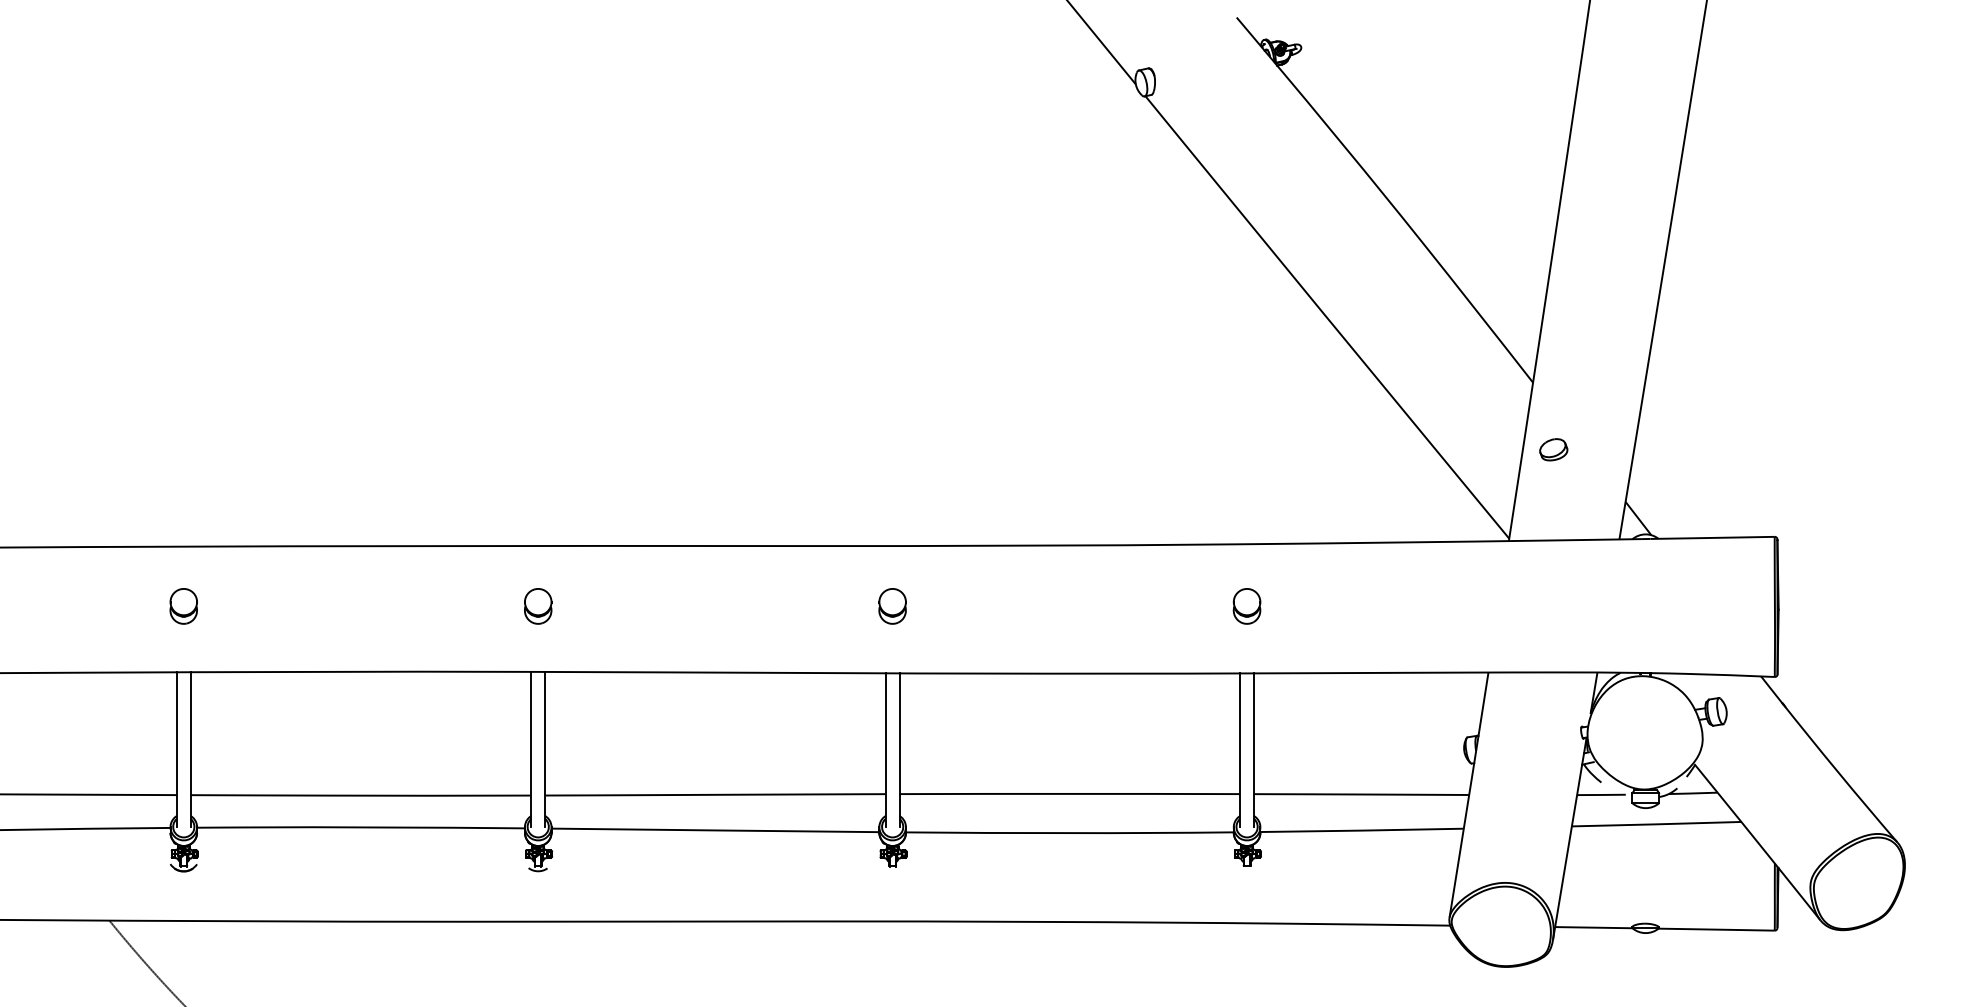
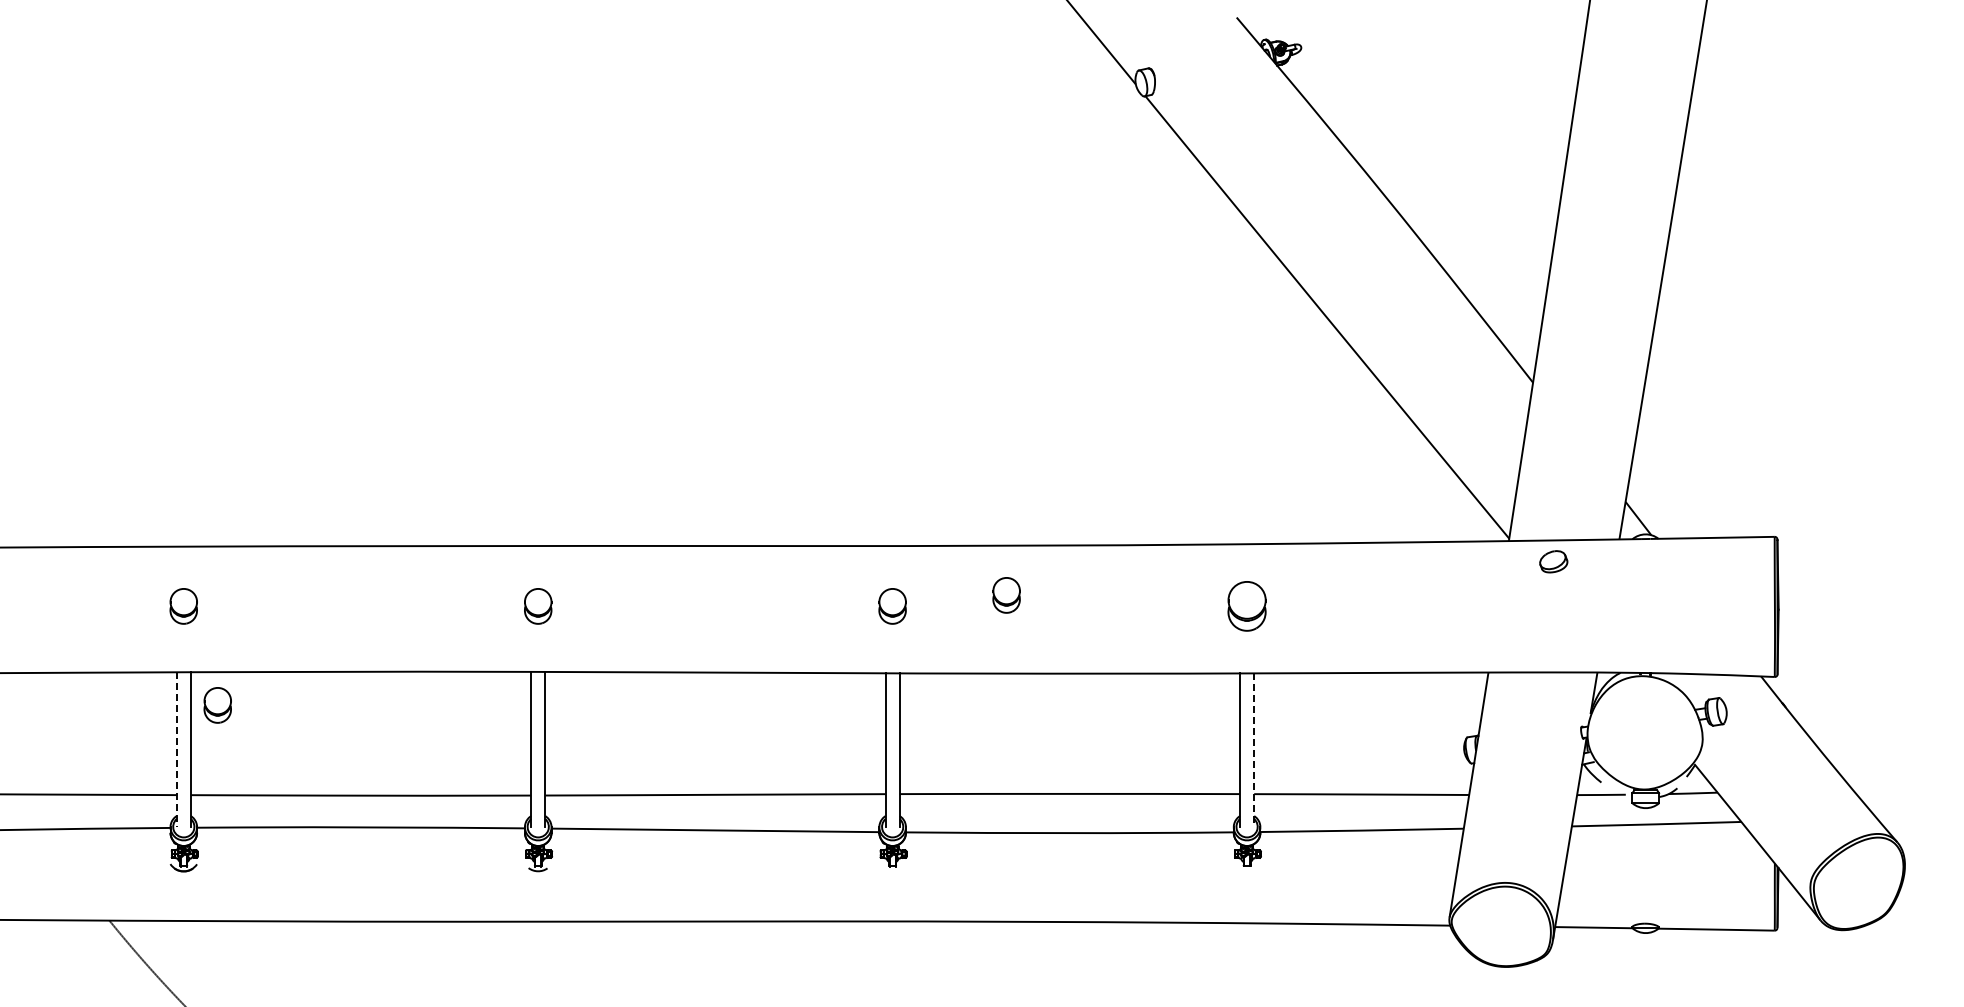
part at (1553, 449) position: (1553, 449) -> (1553, 561)
part at (1006, 595): none -> present
part at (1246, 606) size: 30x37 px -> 40x51 px
part at (217, 705): none -> present
line at (176, 750): solid -> dashed
line at (1254, 750): solid -> dashed
